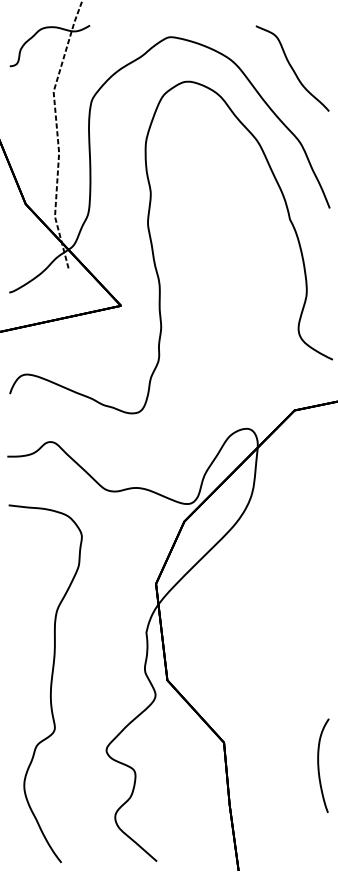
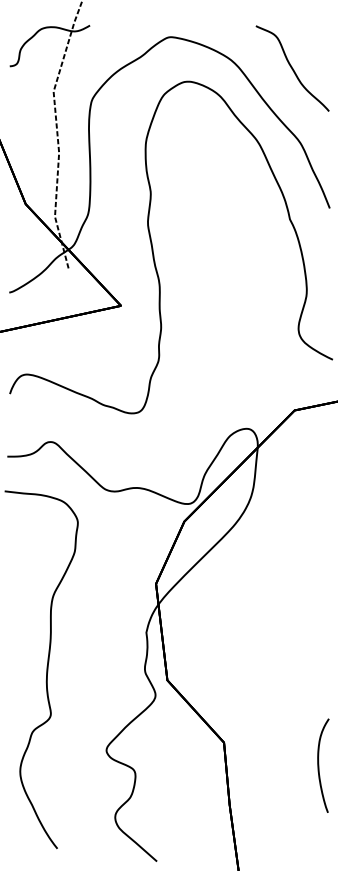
curve at (50, 683) position: (50, 683) -> (46, 669)
